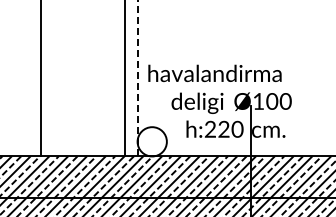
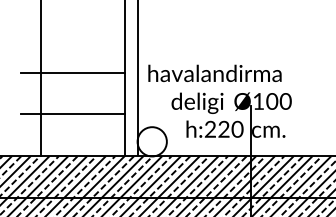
line at (72, 72): none -> present
line at (137, 78): dashed -> solid
line at (72, 114): none -> present
